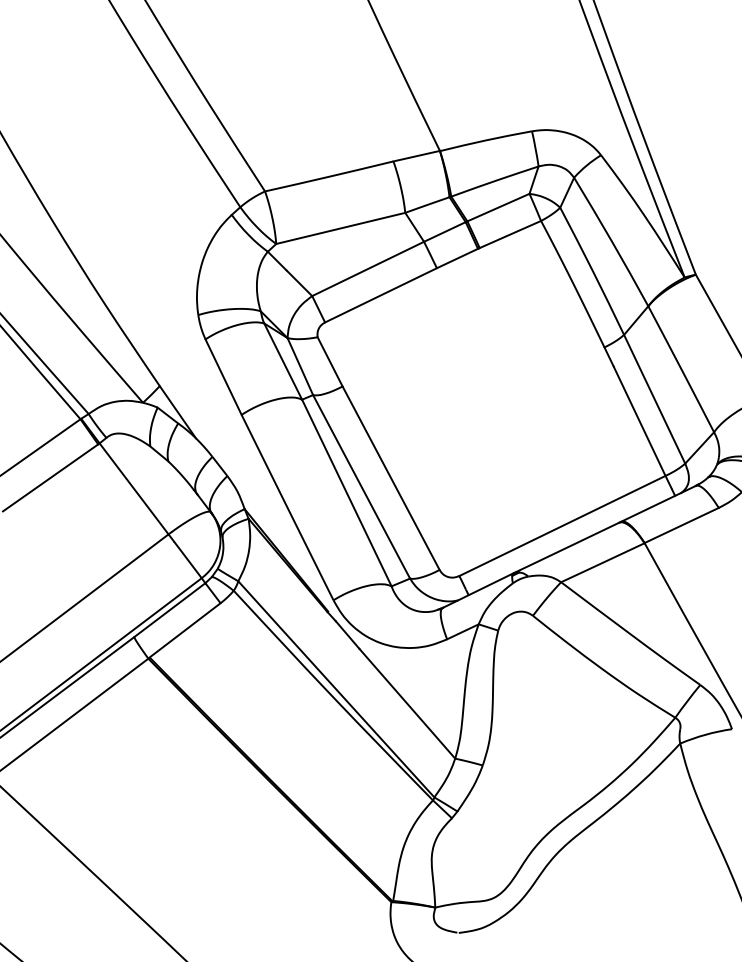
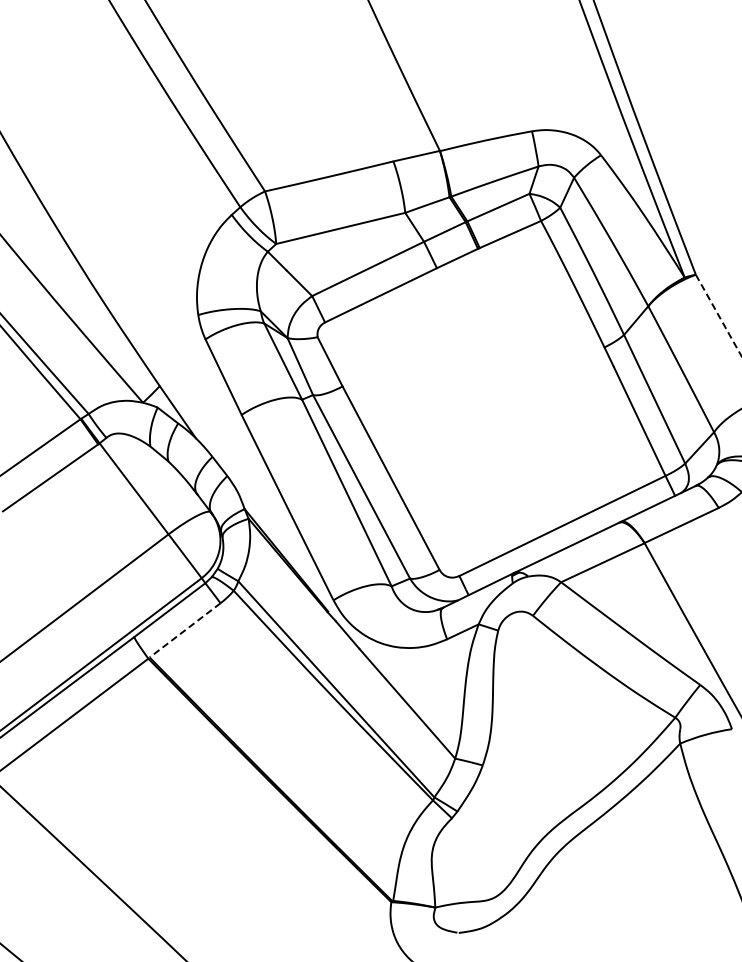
line at (718, 315): solid -> dashed
line at (185, 630): solid -> dashed
